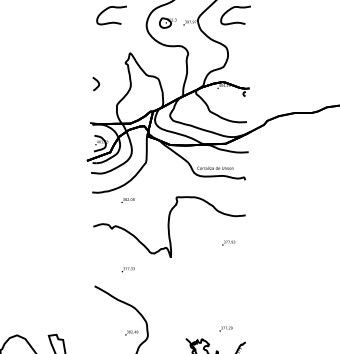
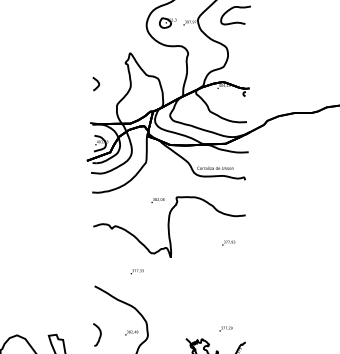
curve at (112, 21): present -> none
text at (127, 200) position: (127, 200) -> (157, 200)
text at (127, 269) position: (127, 269) -> (136, 271)
curve at (99, 335): none -> present
